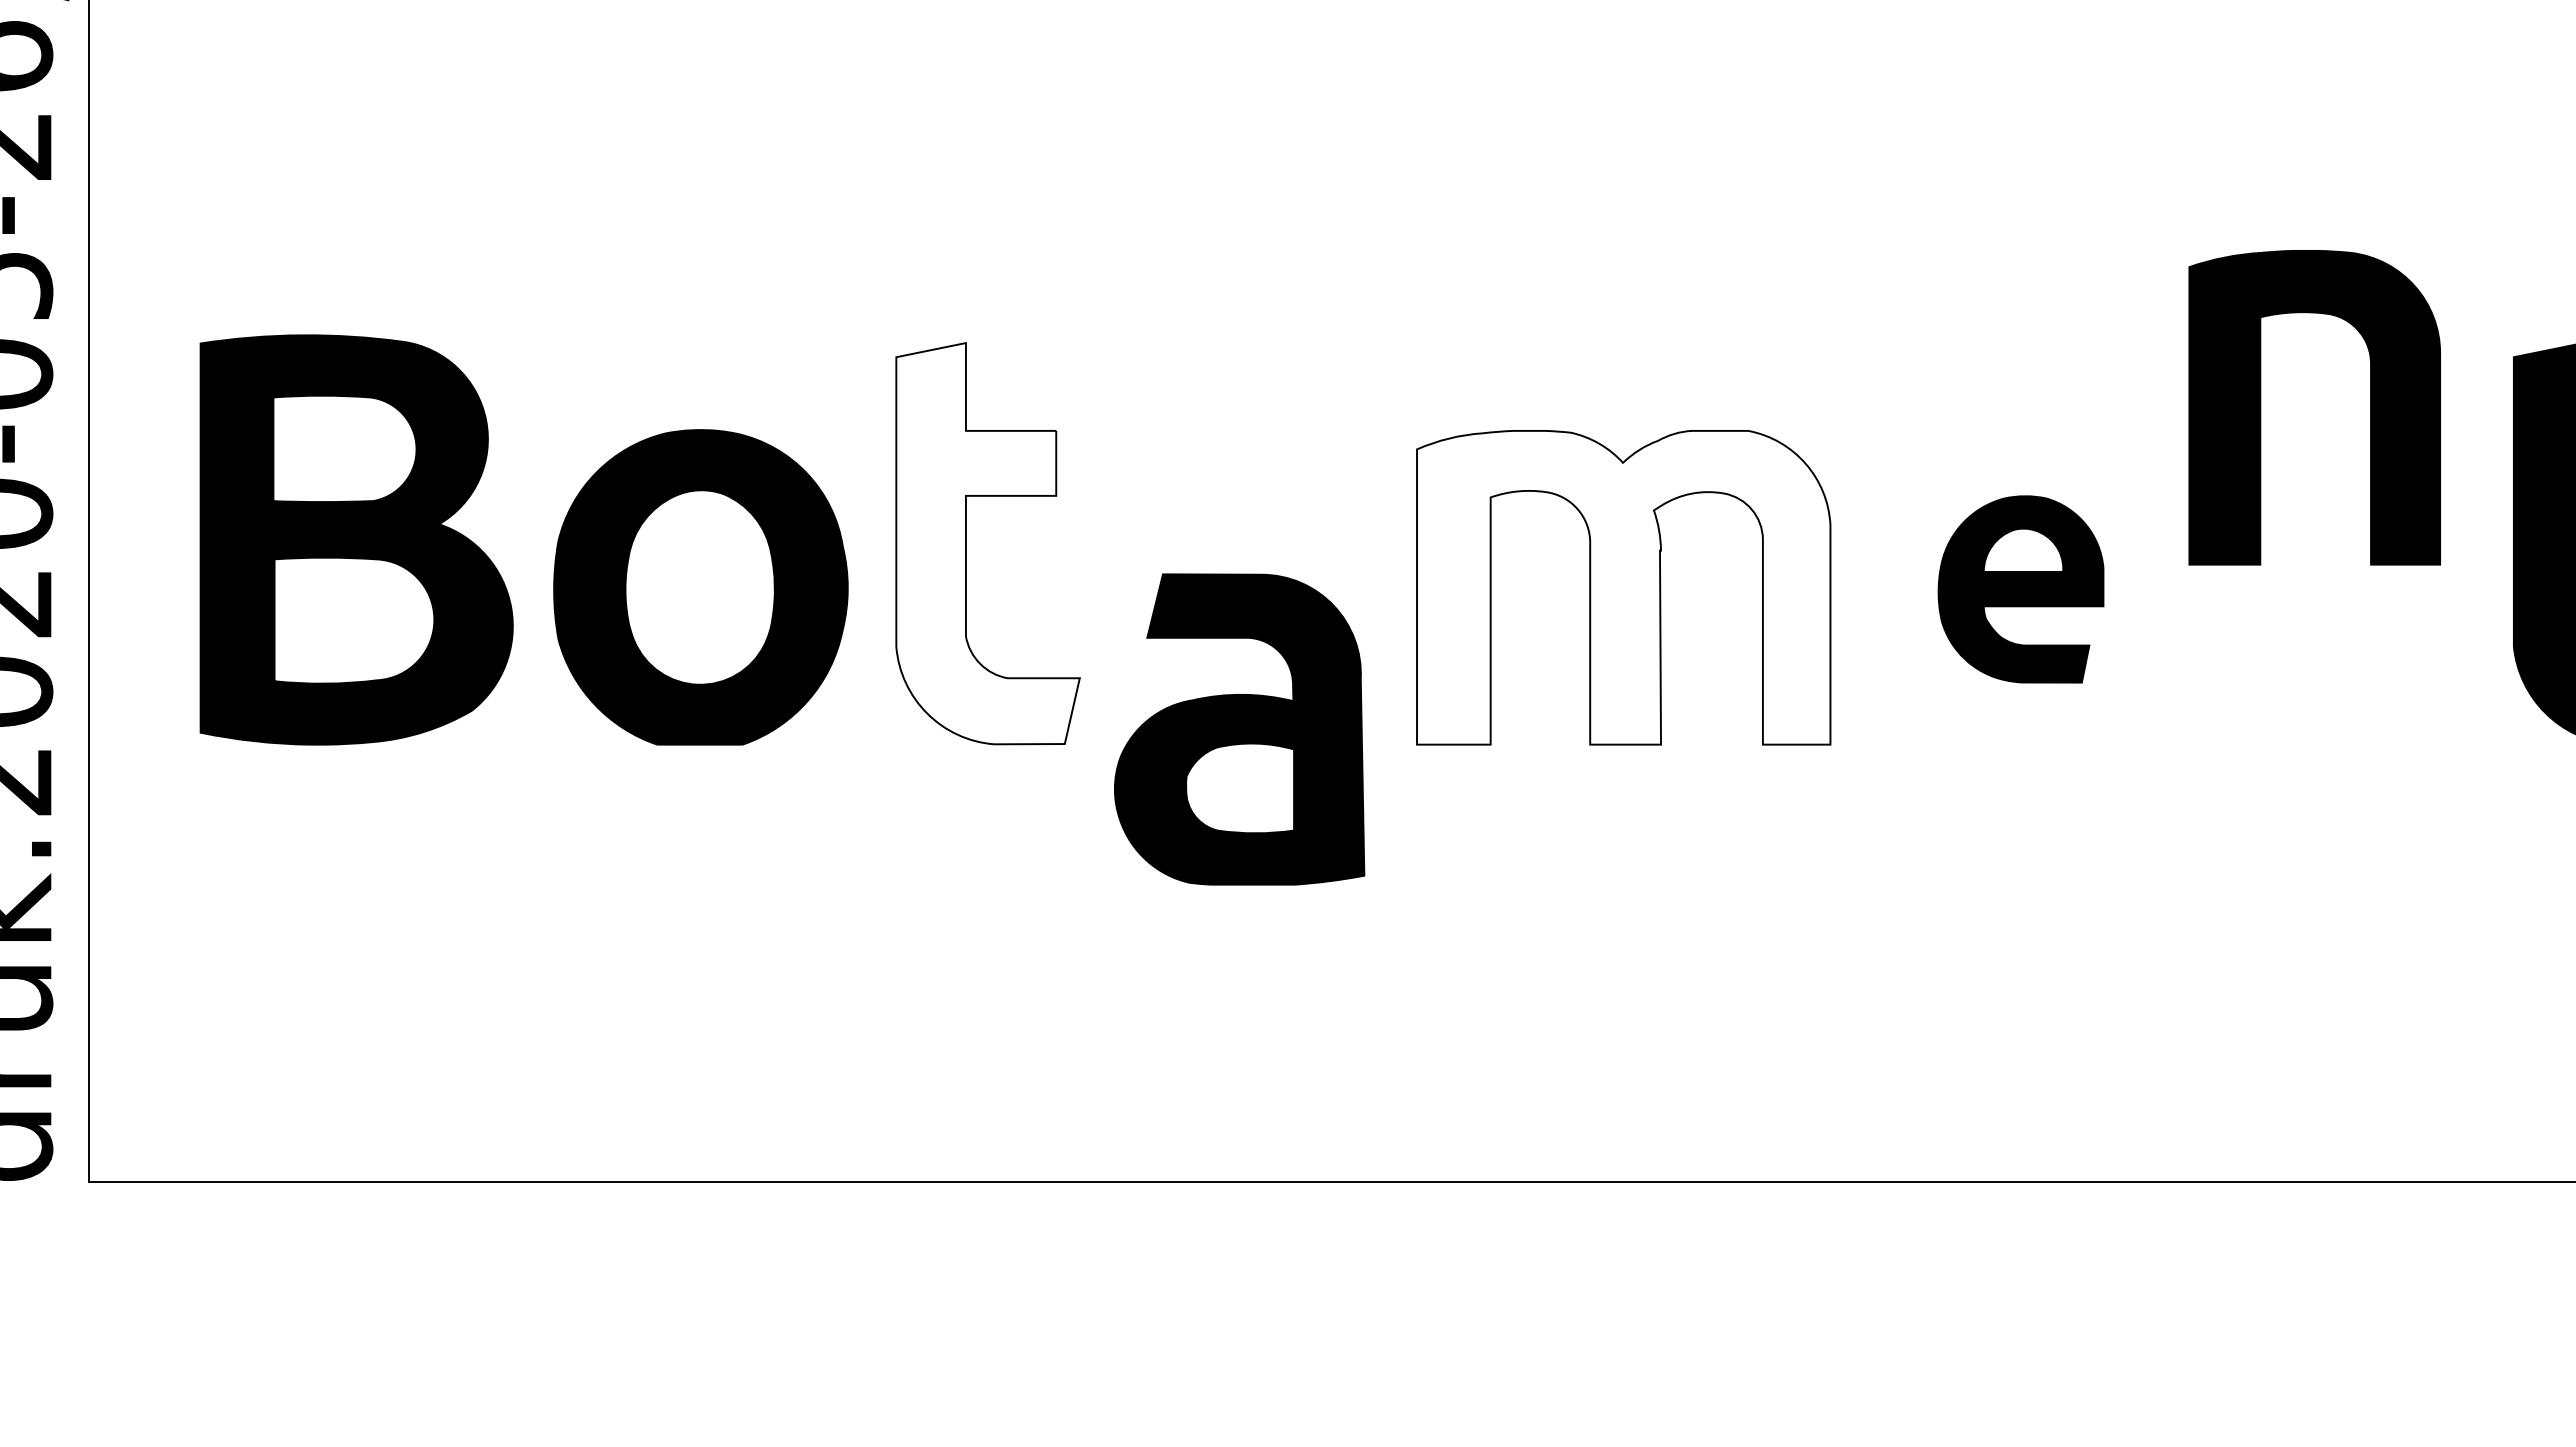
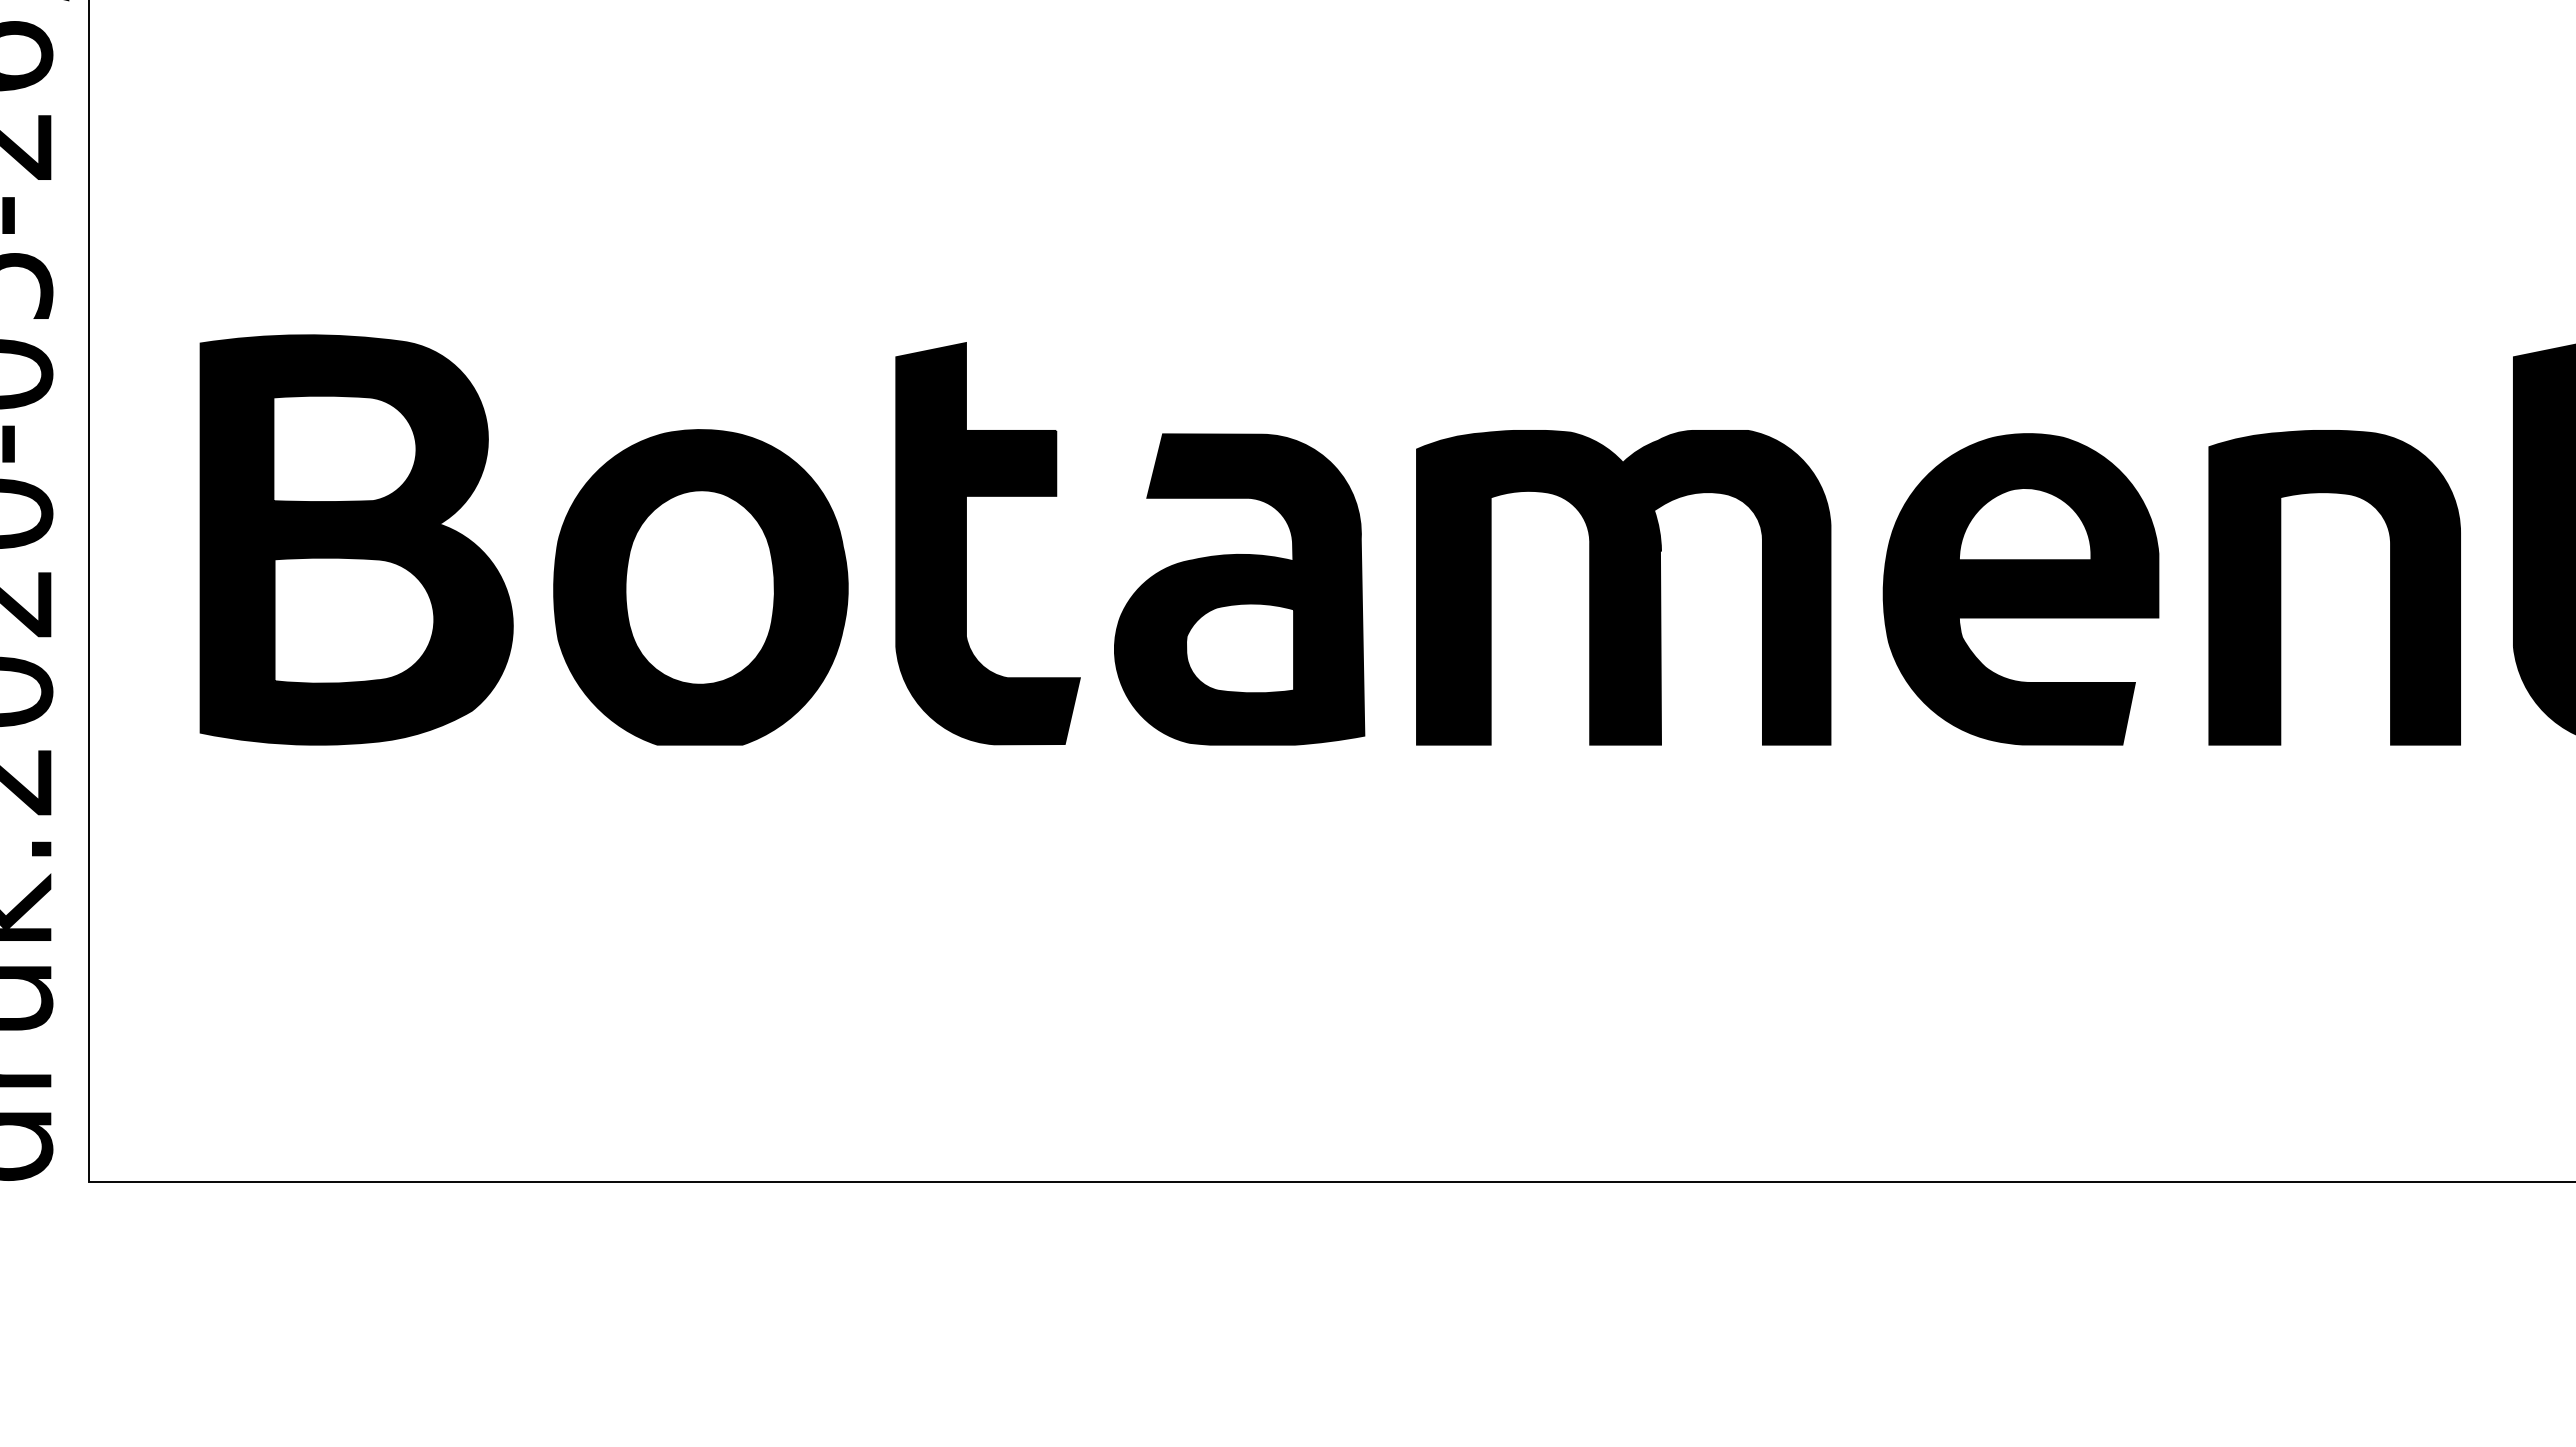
part at (2261, 407) position: (2261, 407) -> (2281, 587)
fill at (987, 543): none -> present
fill at (1623, 587): none -> present
part at (2020, 589) size: 168x189 px -> 278x313 px
part at (1239, 729) position: (1239, 729) -> (1239, 589)
